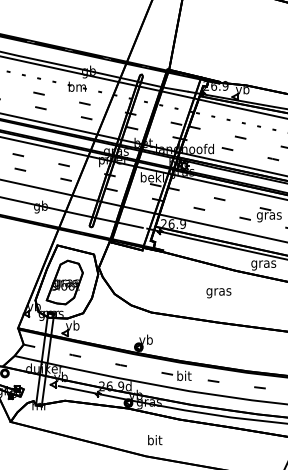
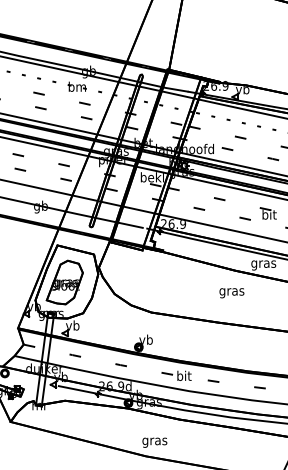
text at (268, 215): gras -> bit
text at (218, 293) position: (218, 293) -> (231, 293)
text at (154, 441): bit -> gras
